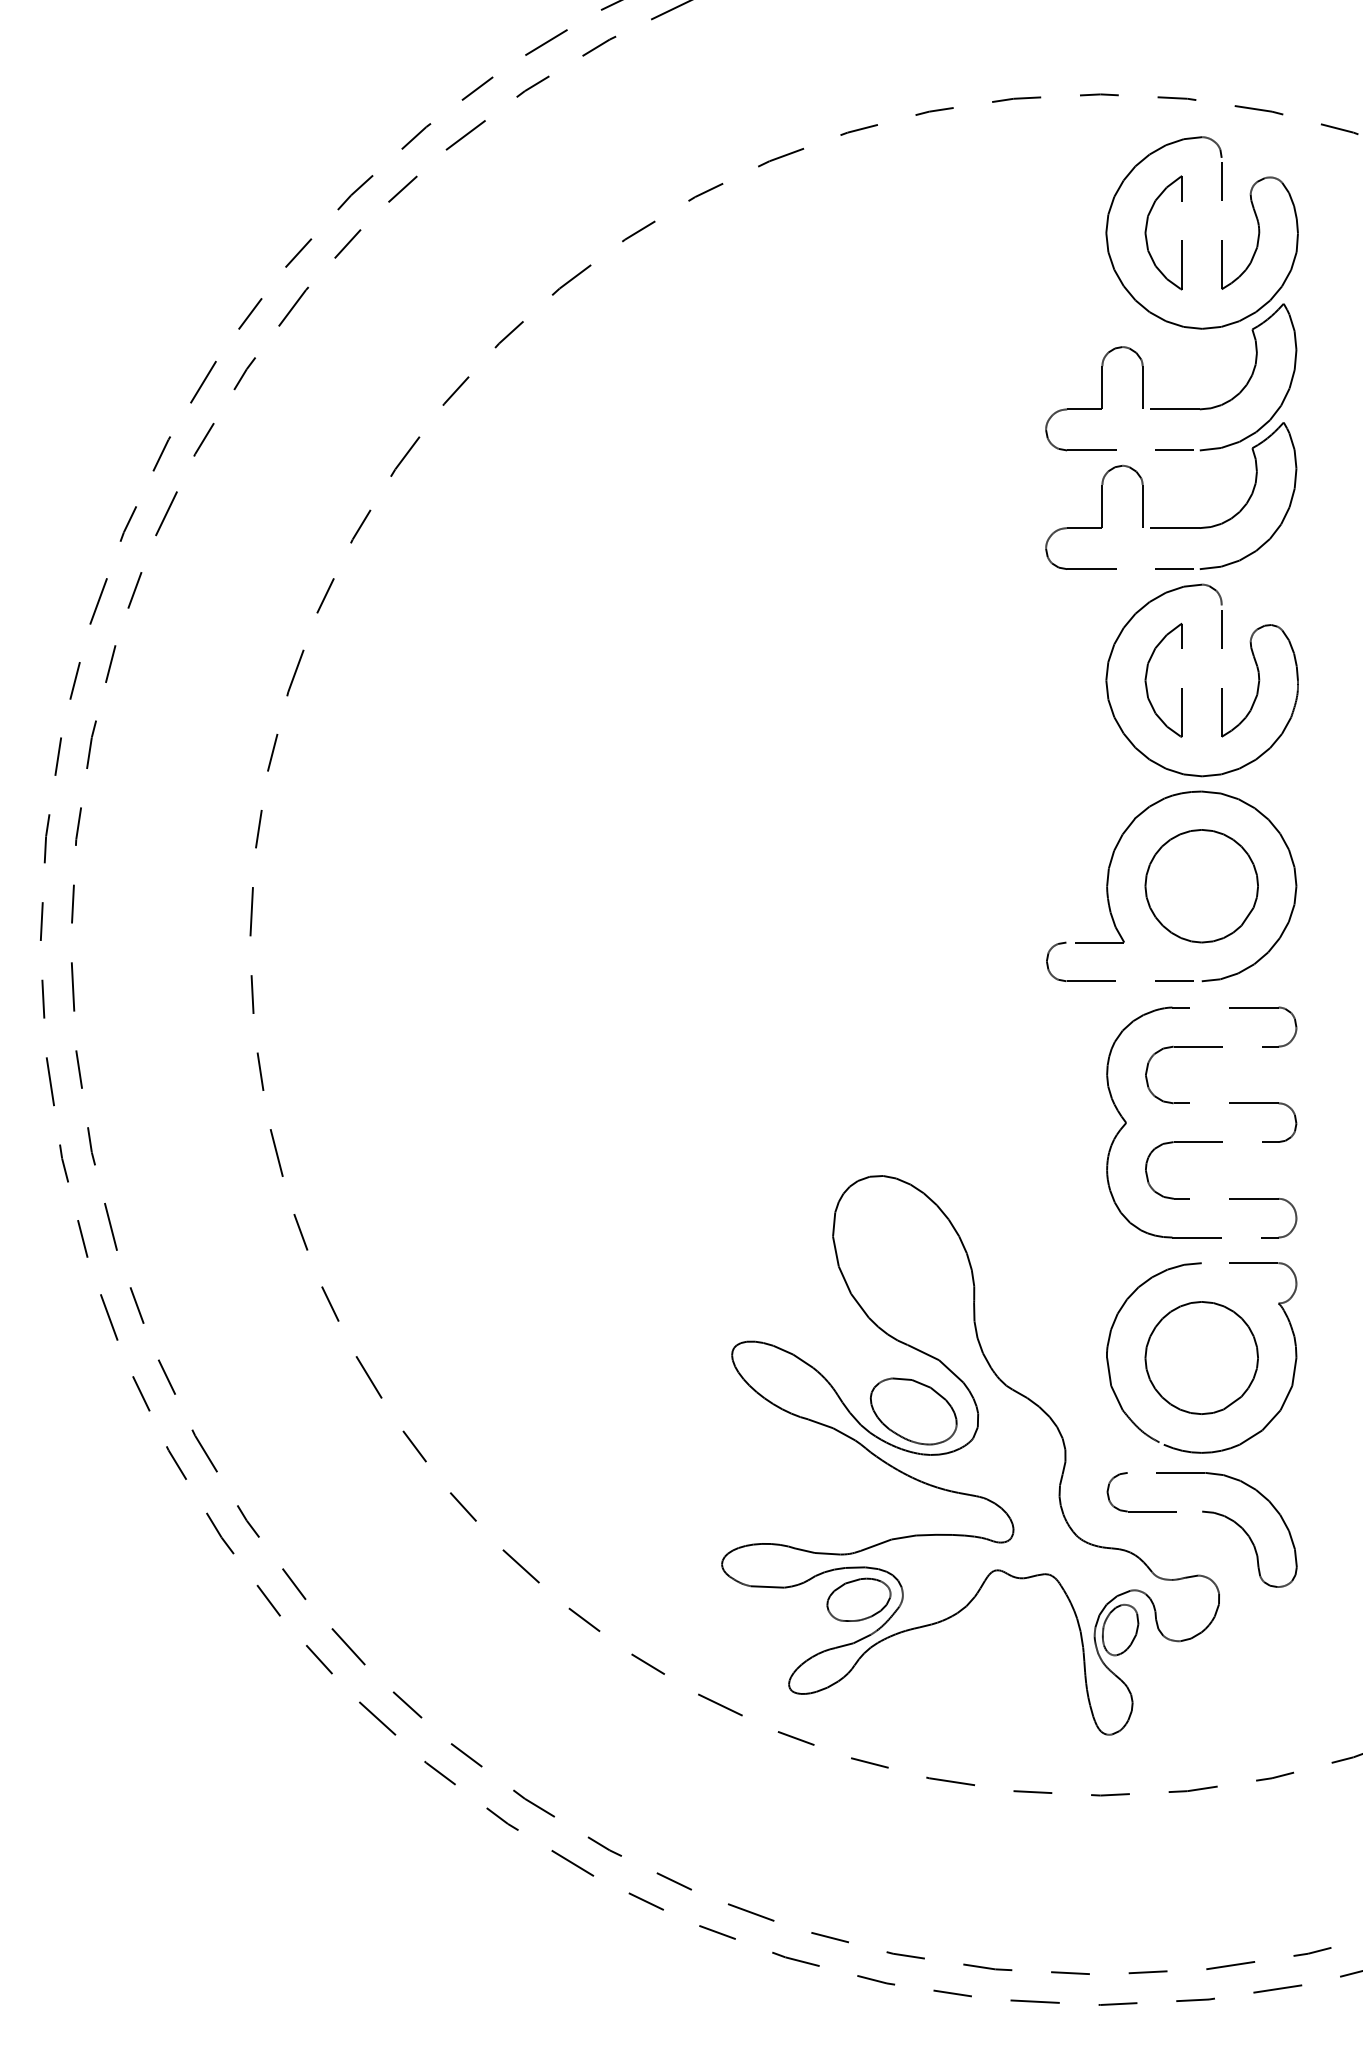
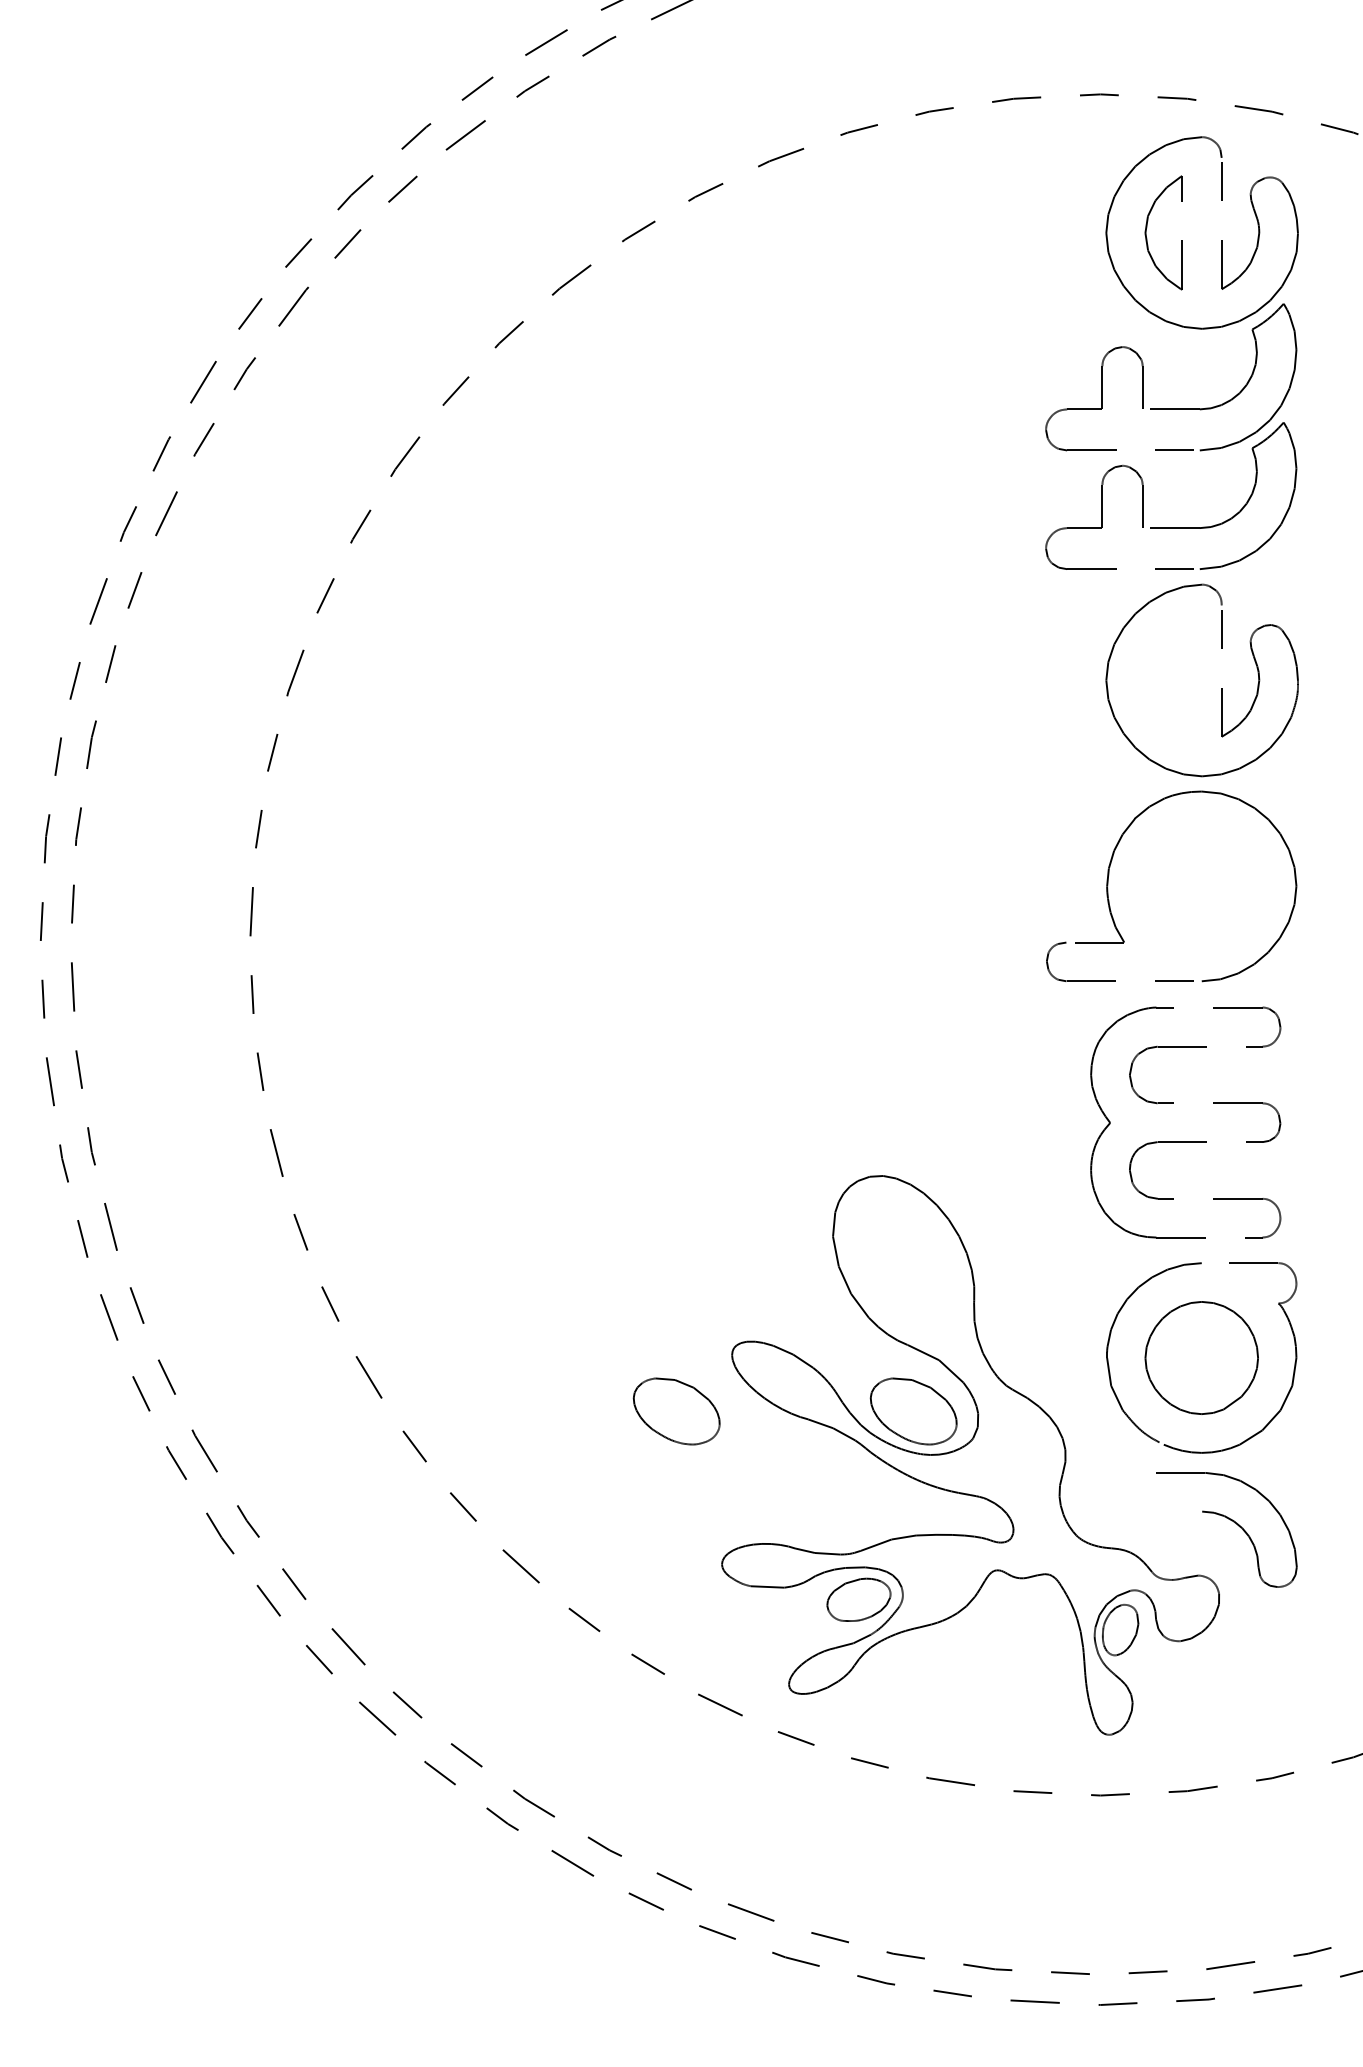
part at (1147, 675): present -> none
part at (1201, 886): present -> none
part at (1201, 1141) position: (1201, 1141) -> (1185, 1141)
part at (676, 1411): none -> present
part at (1141, 1511): present -> none
